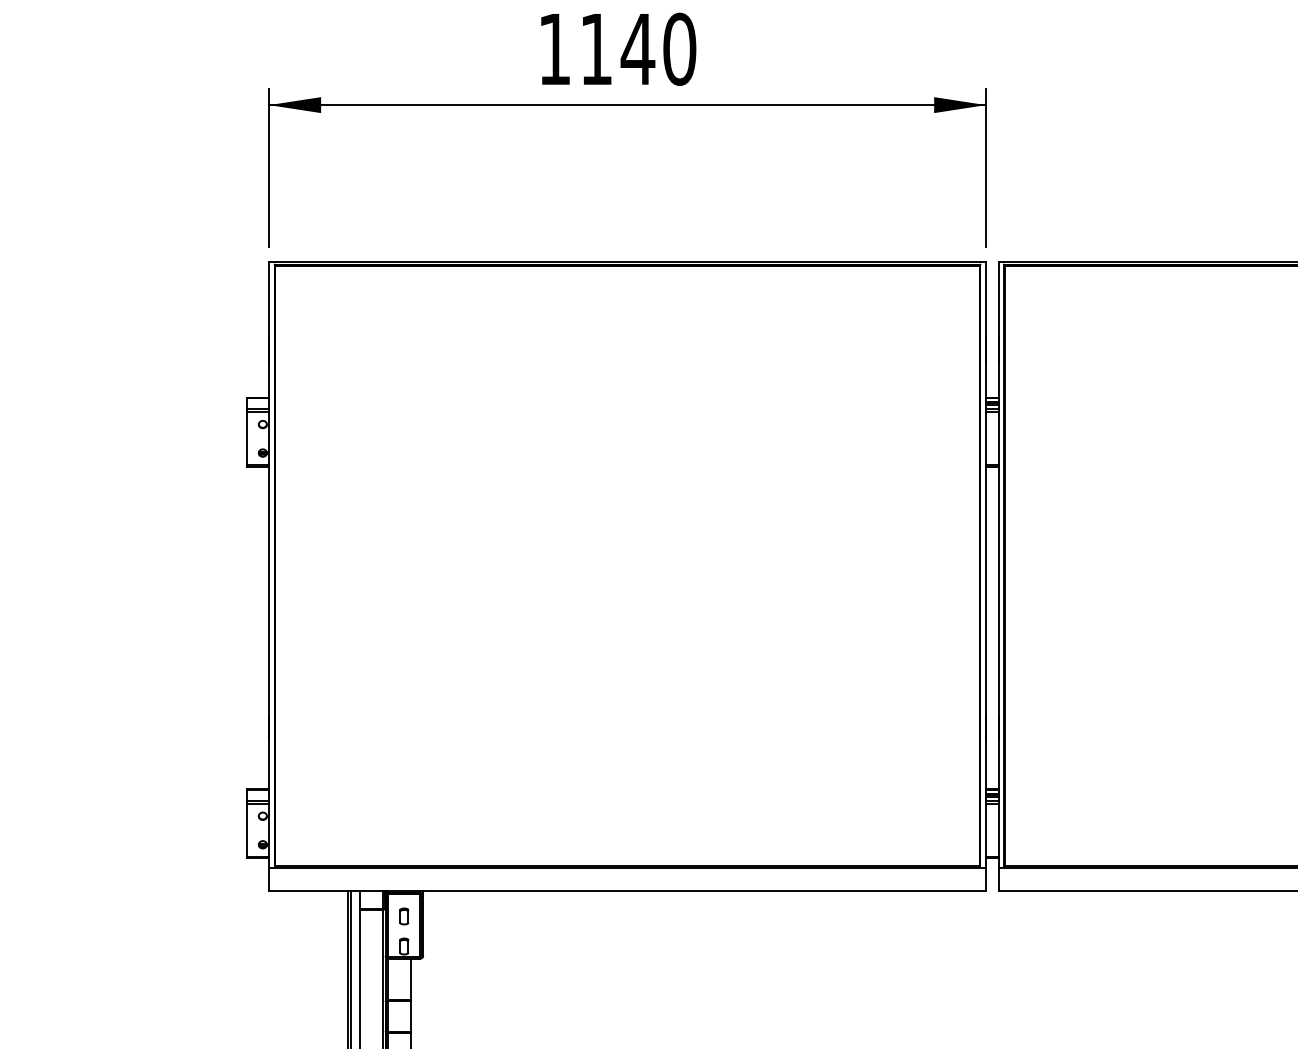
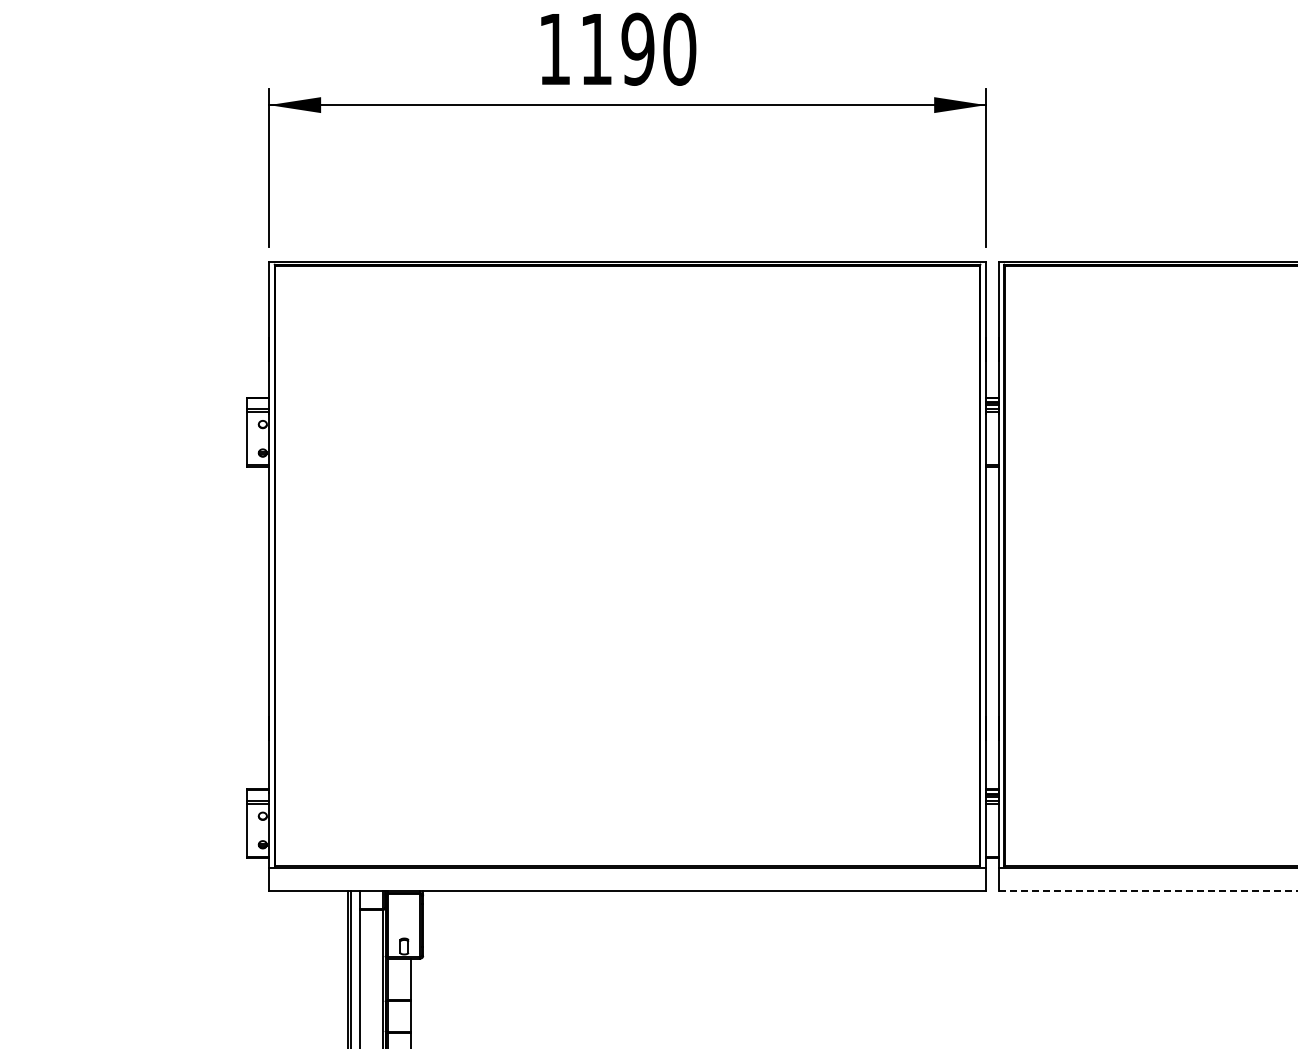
text at (637, 48): 1140 -> 1190
line at (1148, 891): solid -> dashed
part at (404, 916): present -> none
